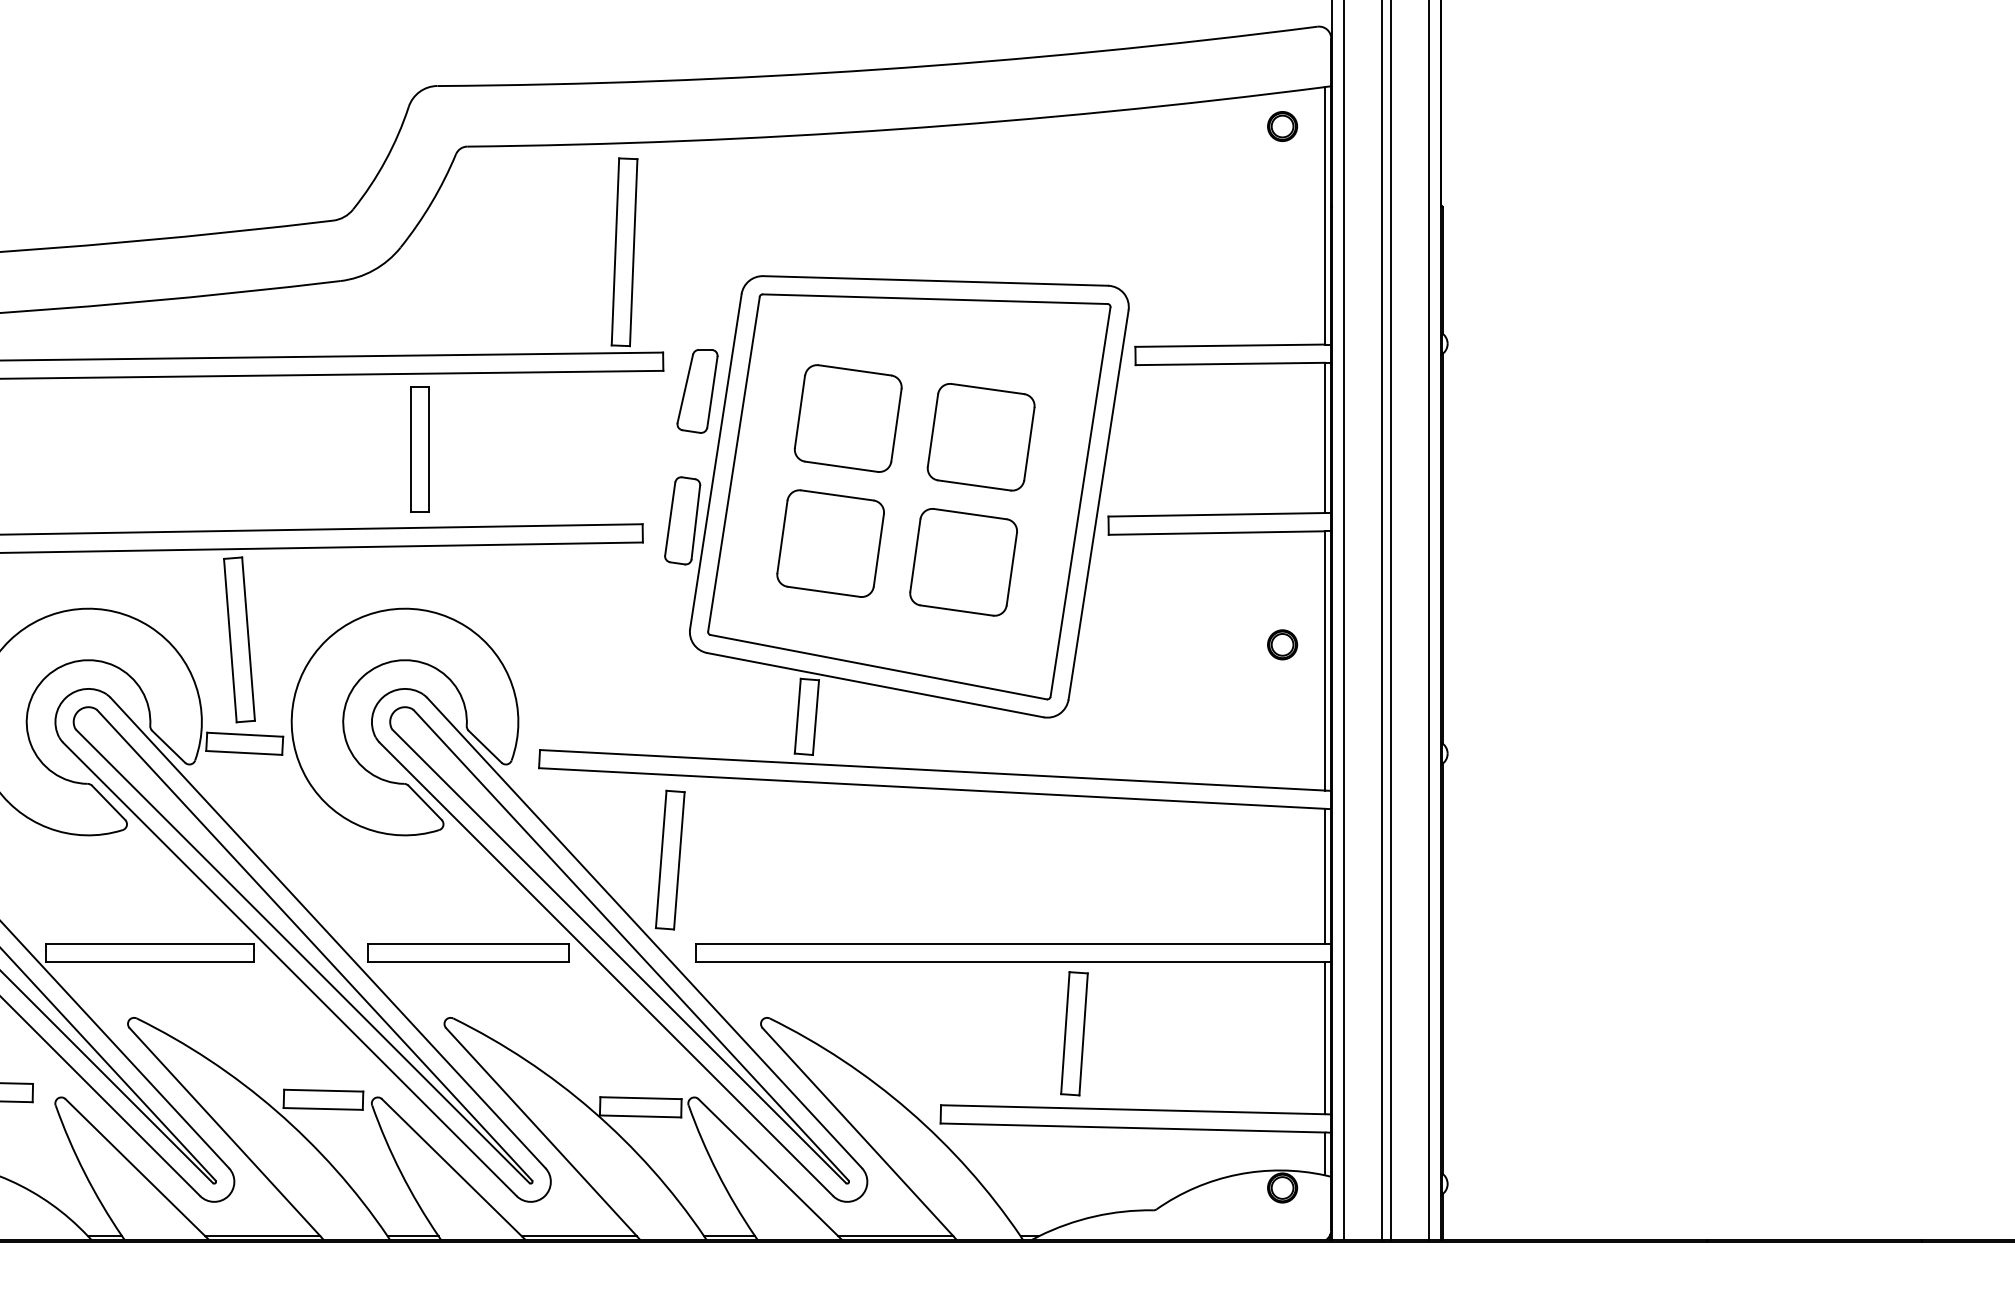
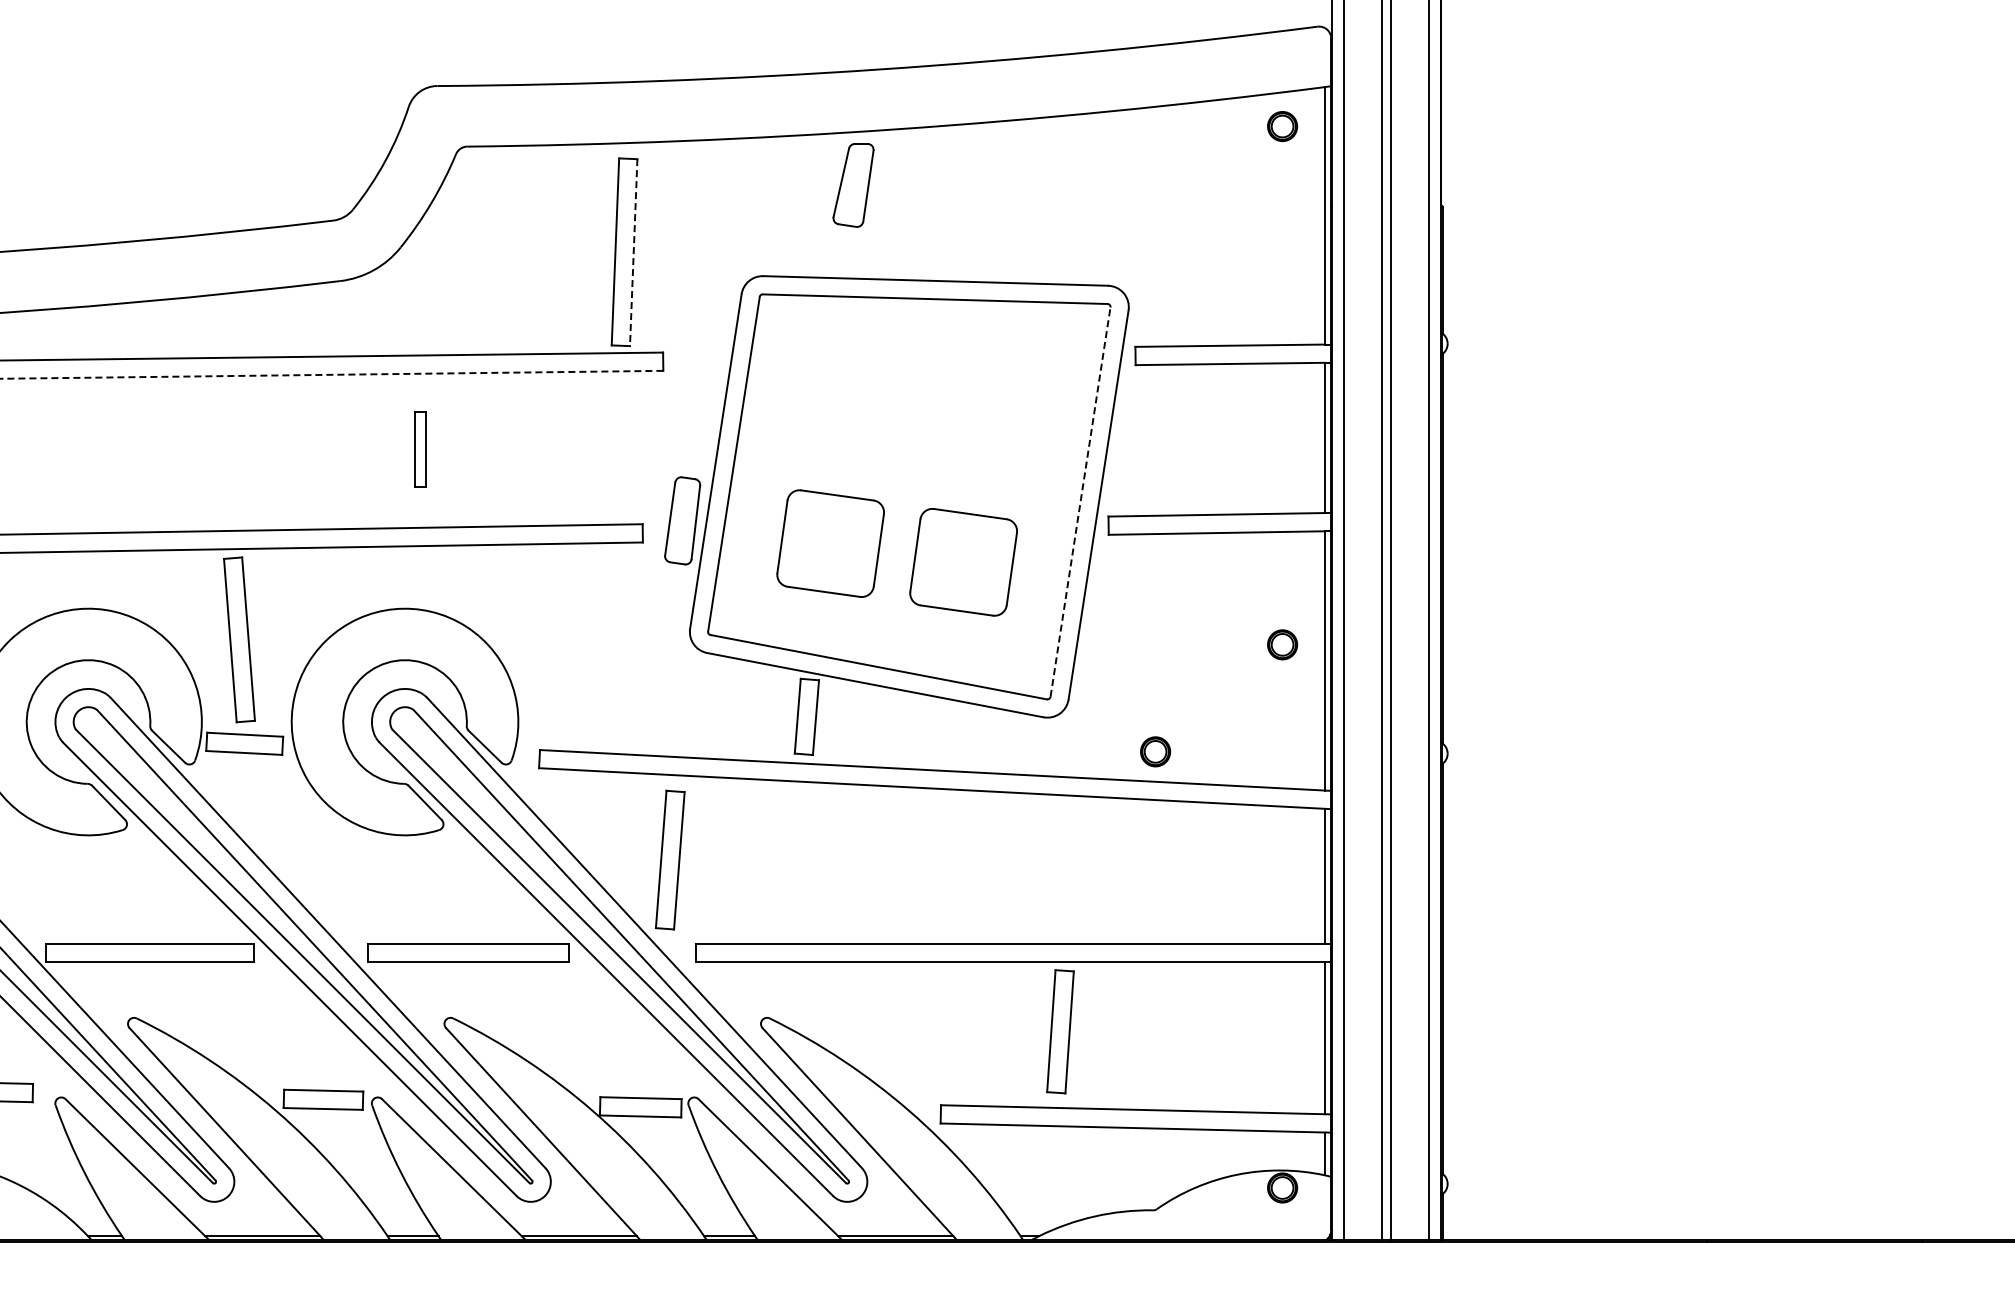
line at (633, 252): solid -> dashed
line at (331, 374): solid -> dashed
part at (697, 391) position: (697, 391) -> (853, 185)
part at (847, 418): present -> none
part at (980, 437): present -> none
part at (419, 449) size: 20x127 px -> 13x77 px
line at (1080, 502): solid -> dashed
part at (1155, 751): none -> present
part at (1074, 1033) position: (1074, 1033) -> (1060, 1031)
